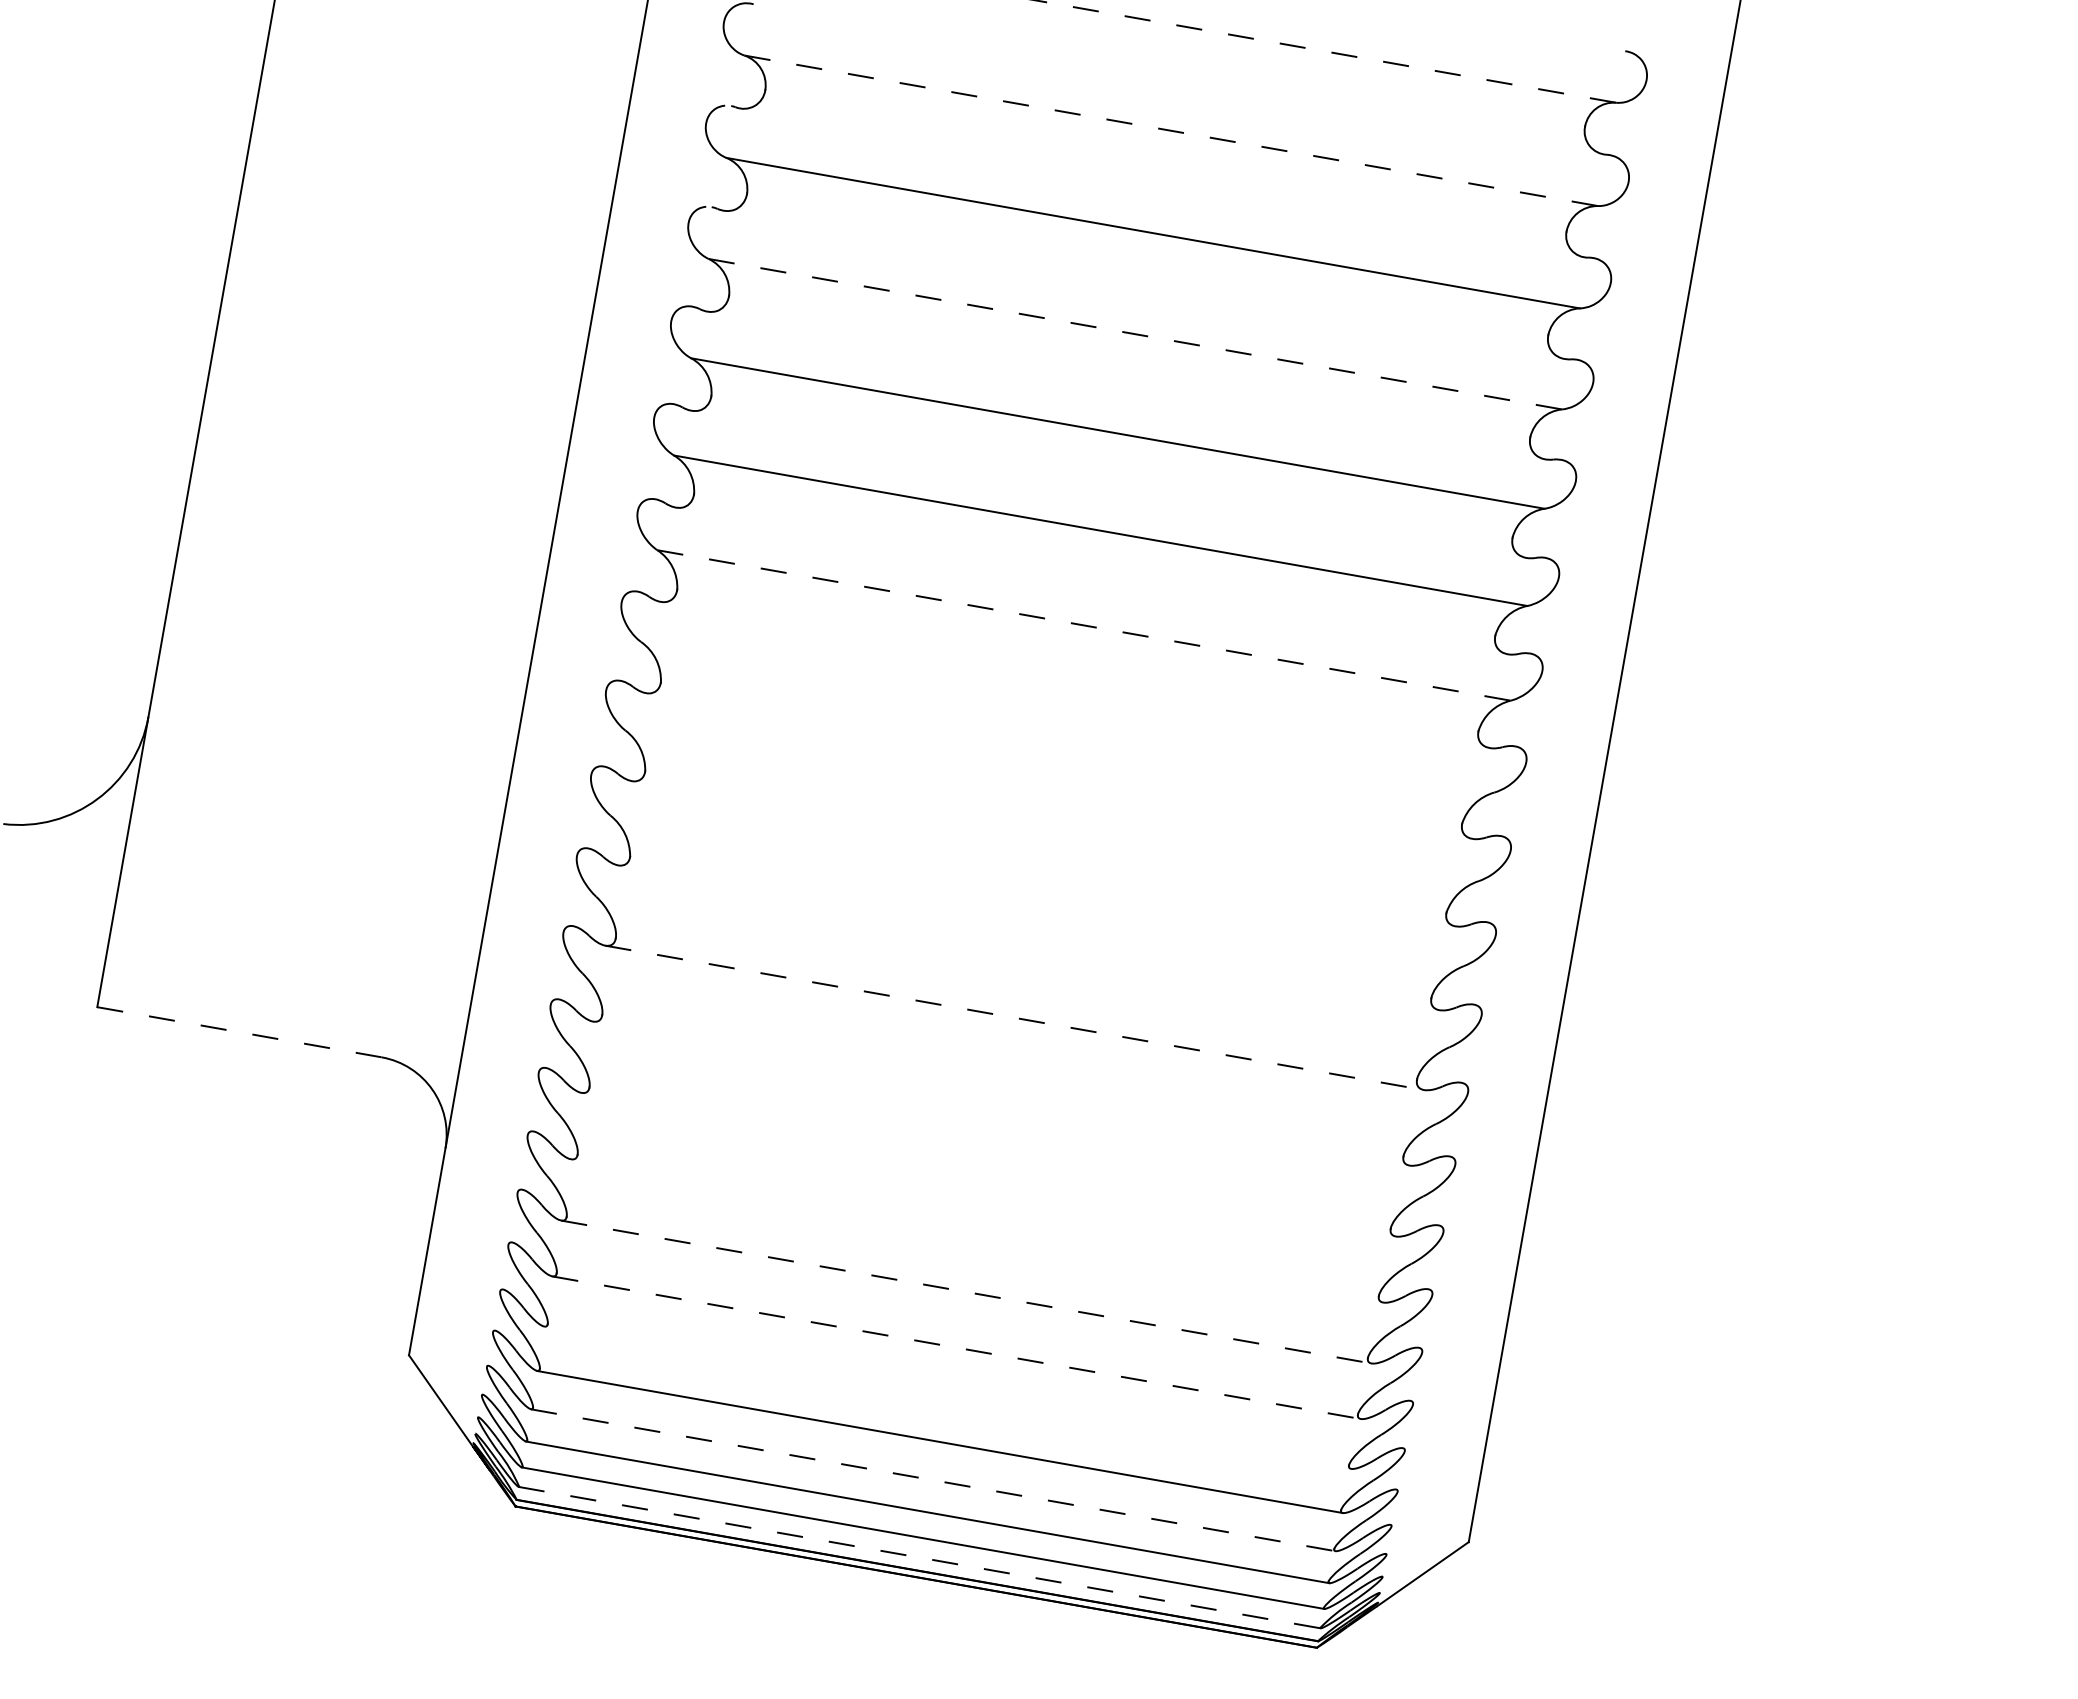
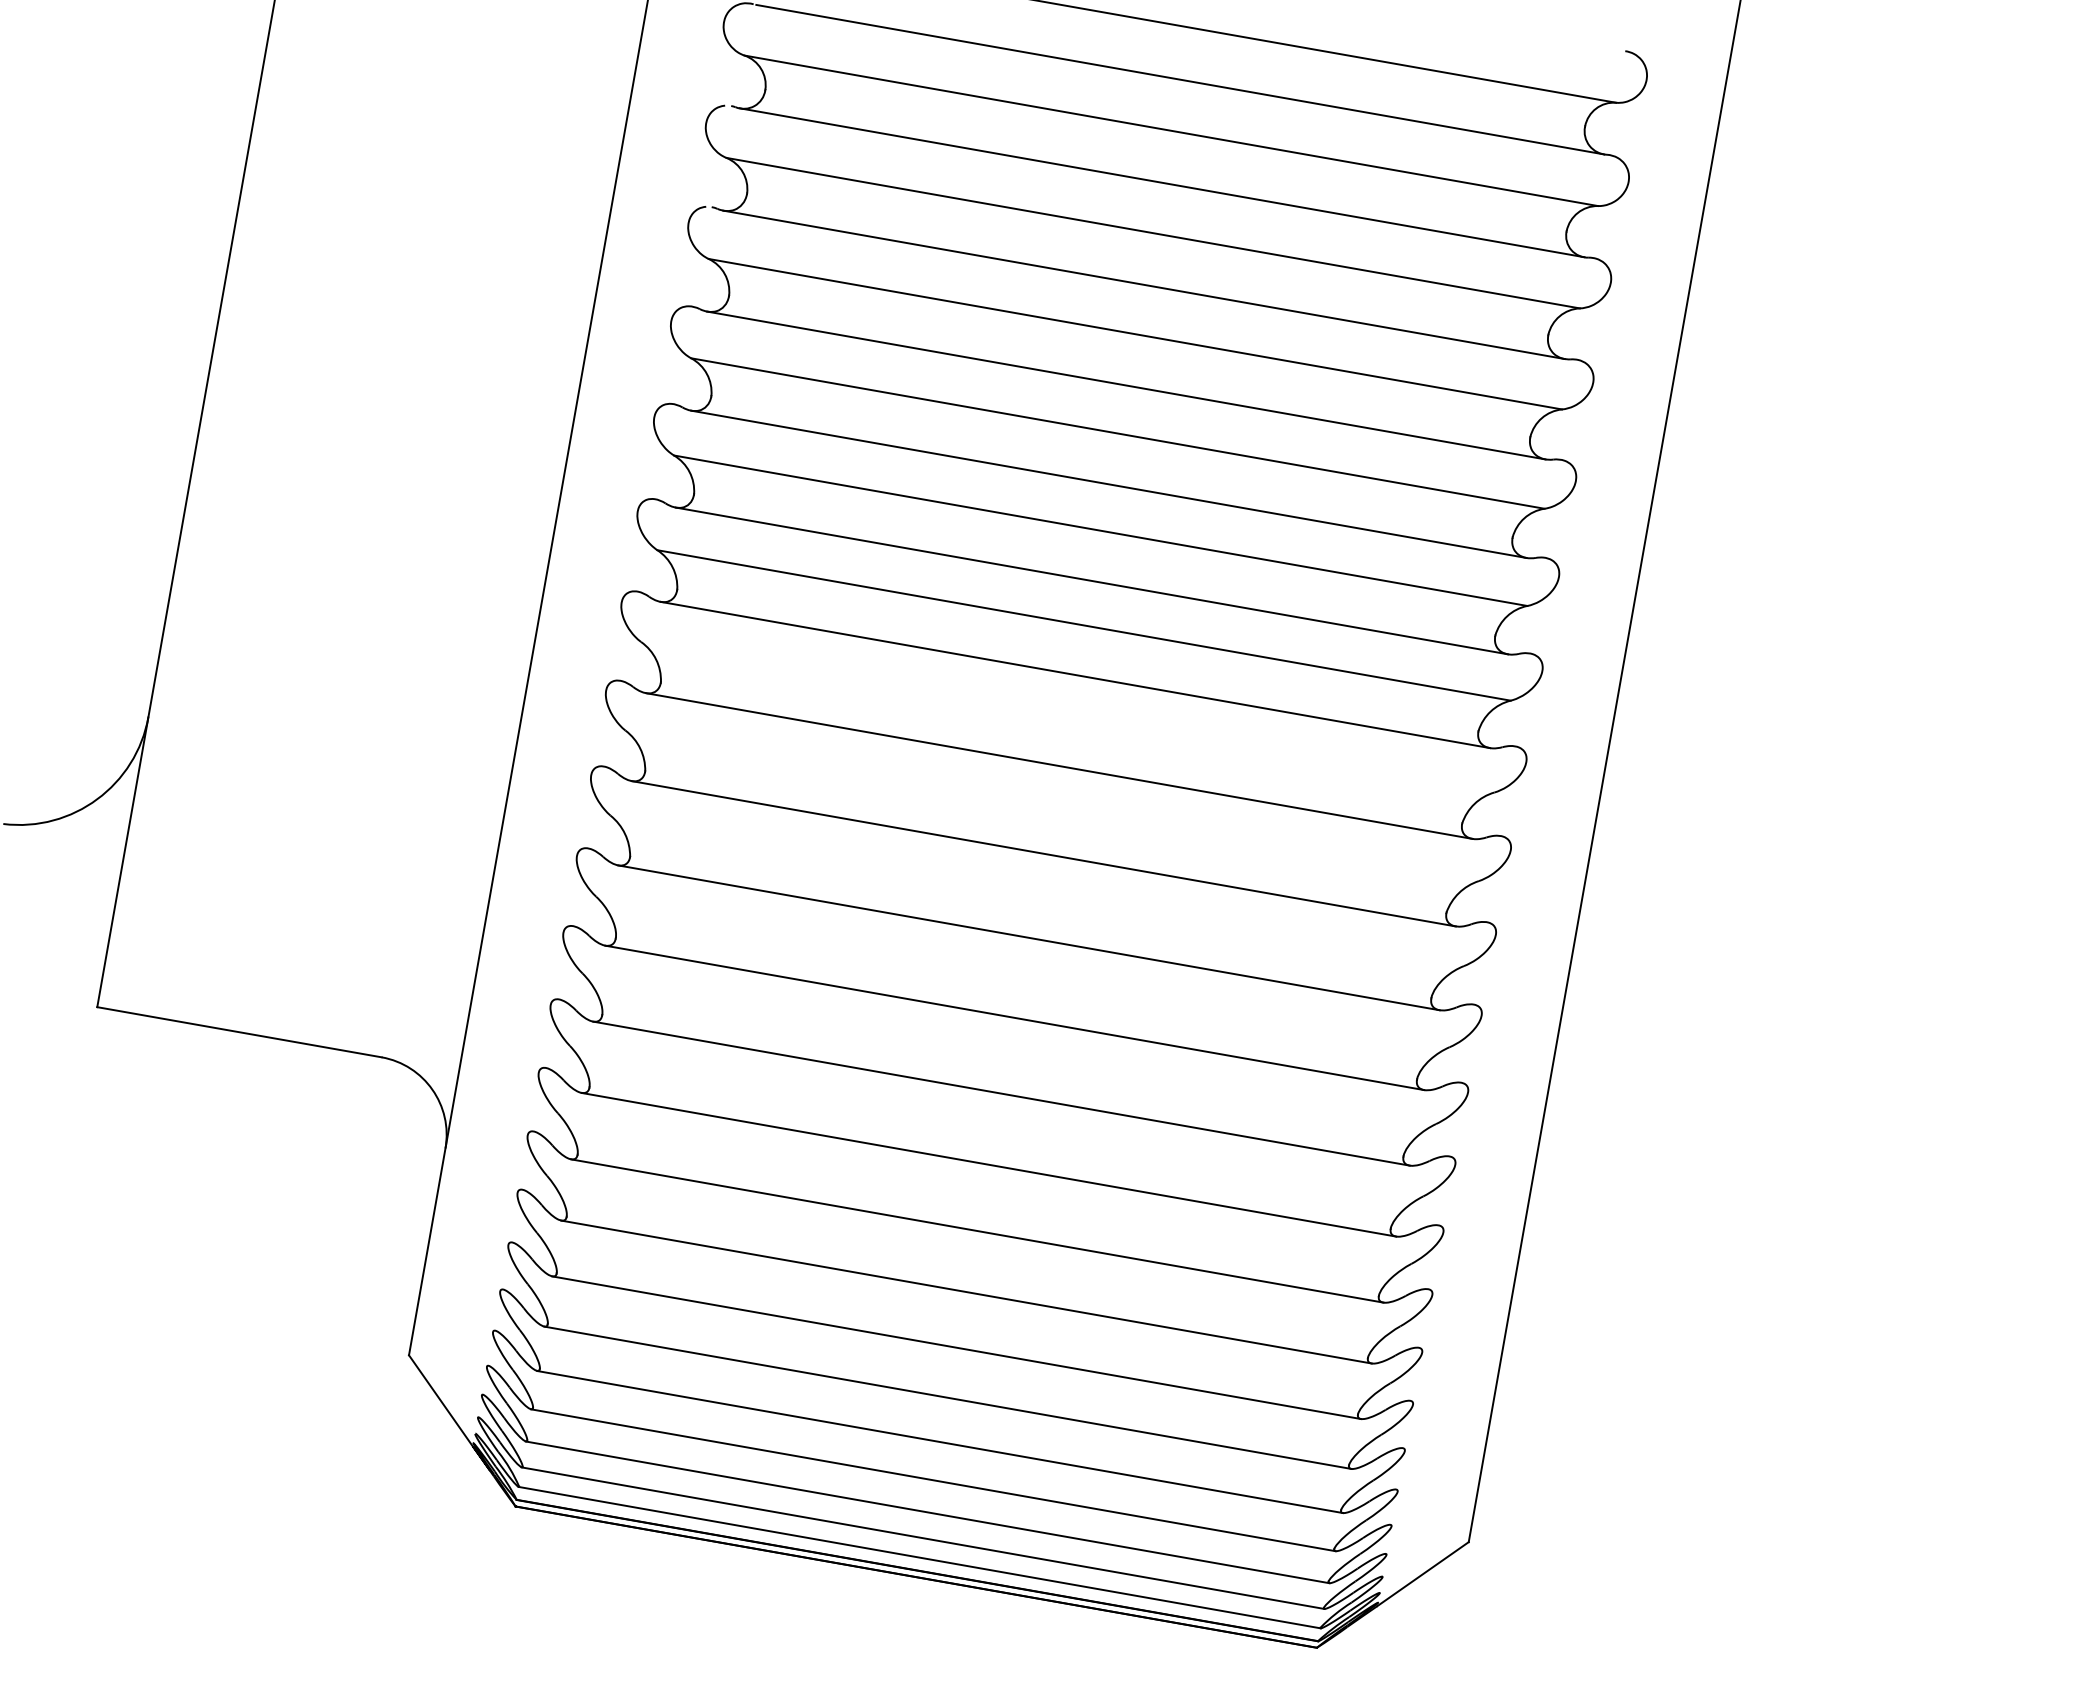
line at (1324, 51): dashed -> solid
line at (1180, 79): none -> present
line at (1171, 130): dashed -> solid
line at (1161, 182): none -> present
line at (1143, 284): none -> present
line at (1135, 334): dashed -> solid
line at (1126, 385): none -> present
line at (1108, 483): none -> present
line at (1091, 580): none -> present
line at (1084, 625): dashed -> solid
line at (1075, 674): none -> present
line at (1058, 765): none -> present
line at (1043, 853): none -> present
line at (1028, 937): none -> present
line at (1014, 1017): dashed -> solid
line at (239, 1032): dashed -> solid
line at (1001, 1093): none -> present
line at (988, 1164): none -> present
line at (977, 1230): none -> present
line at (966, 1292): dashed -> solid
line at (956, 1347): dashed -> solid
line at (947, 1397): none -> present
line at (933, 1480): dashed -> solid
line at (920, 1557): dashed -> solid
